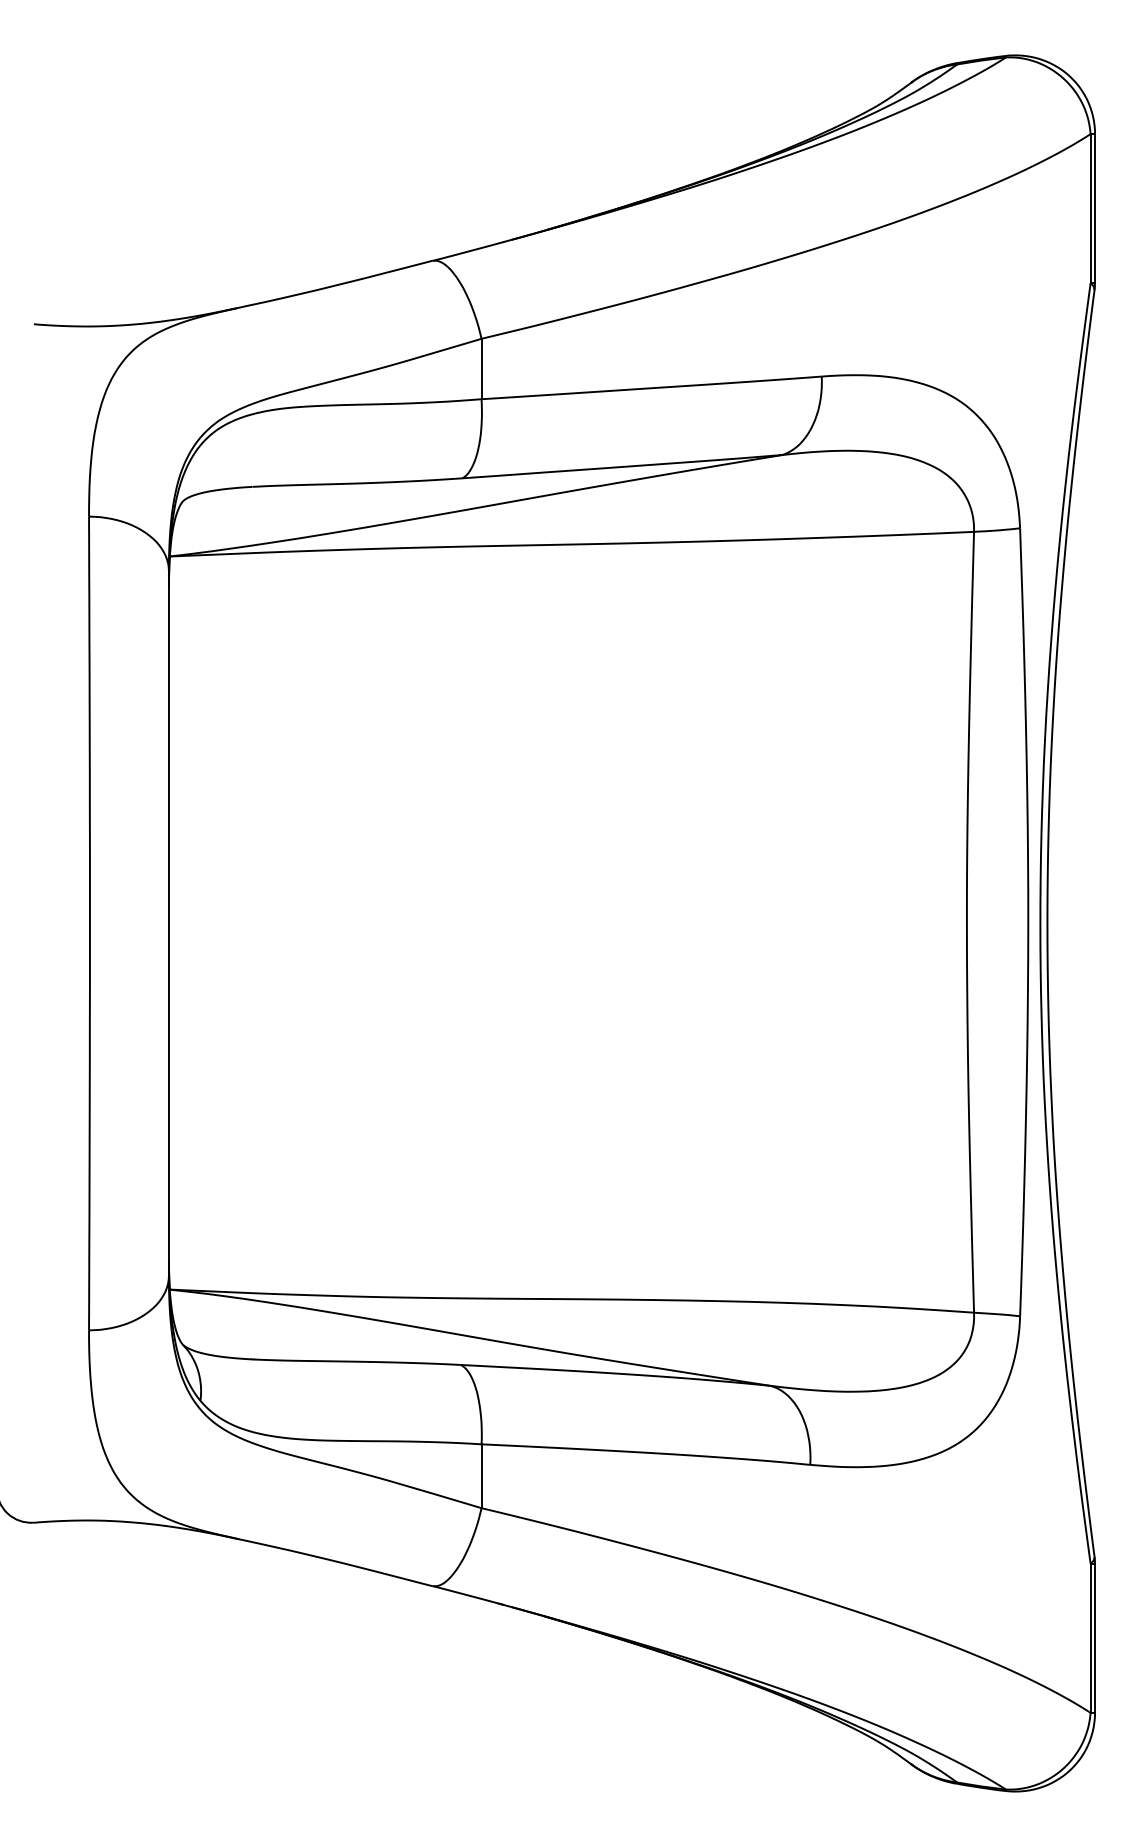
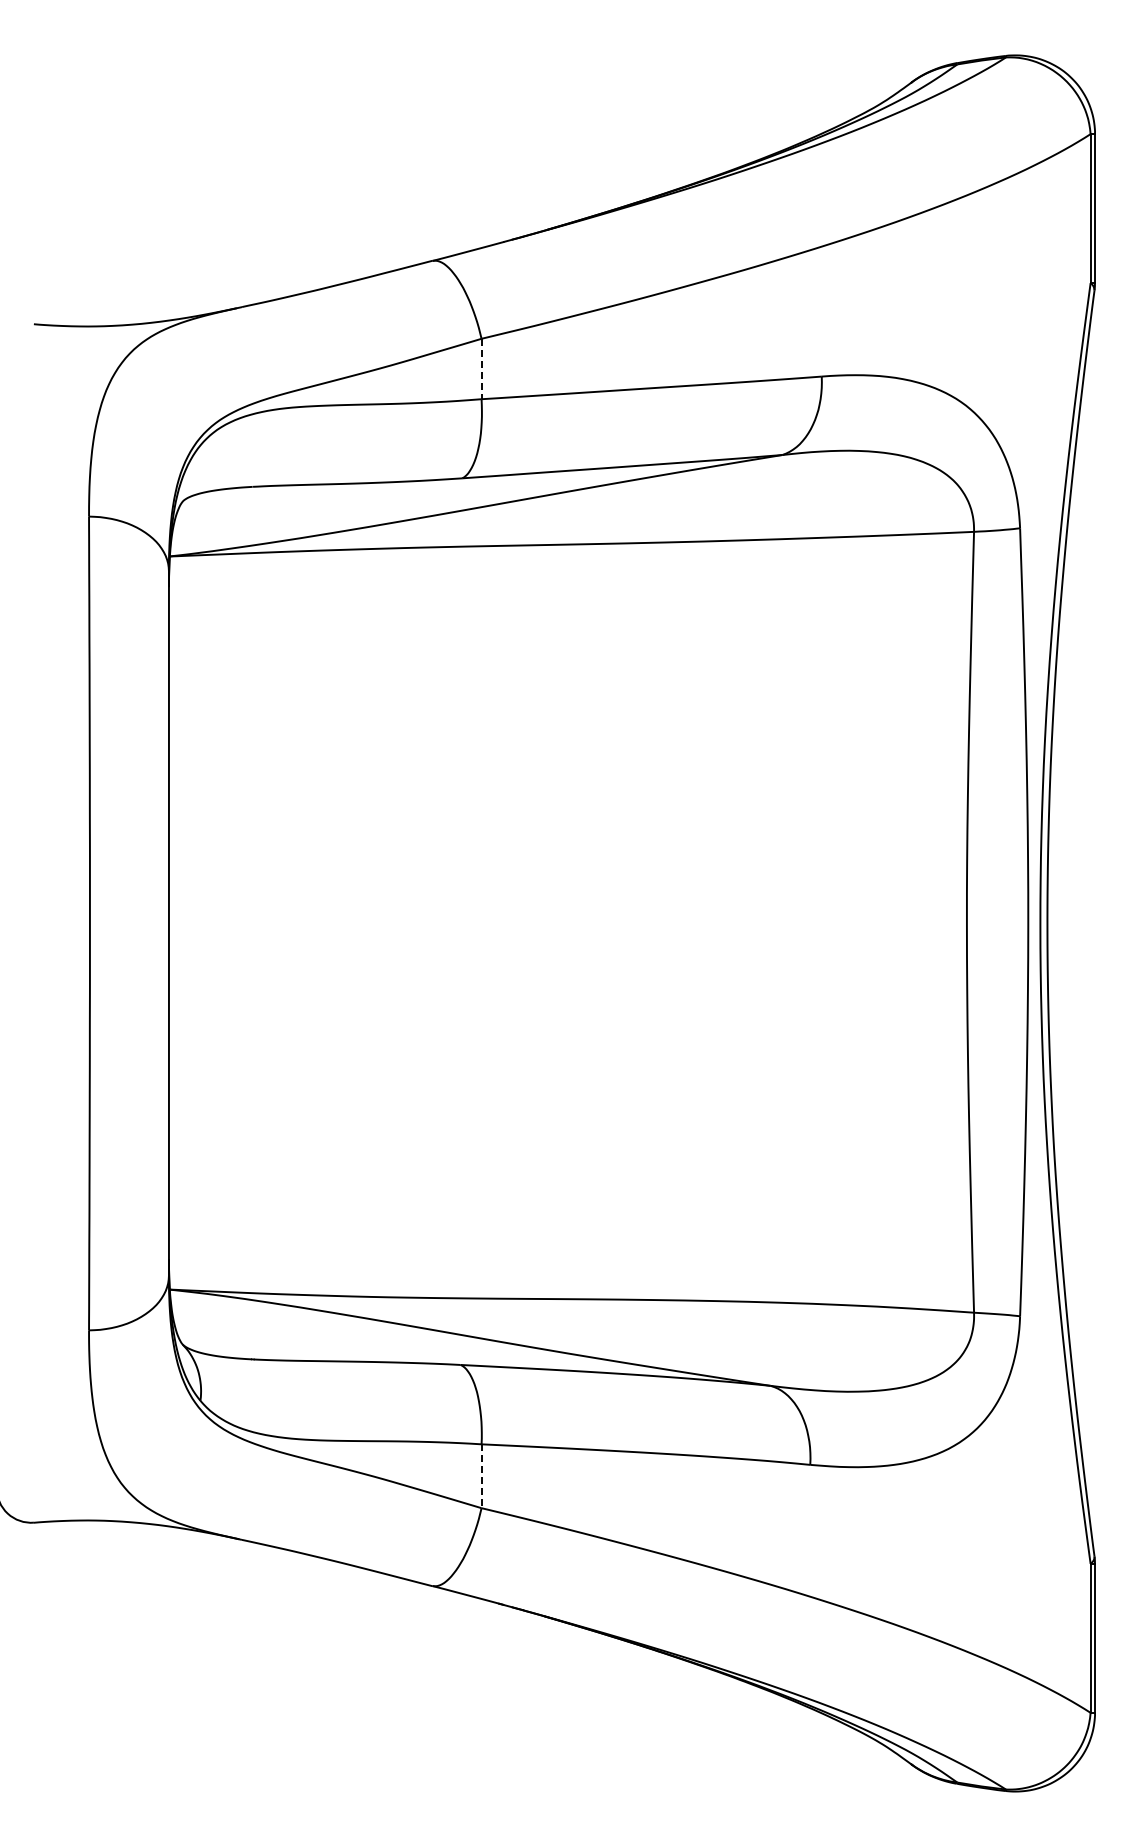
line at (481, 369): solid -> dashed
line at (481, 1476): solid -> dashed
